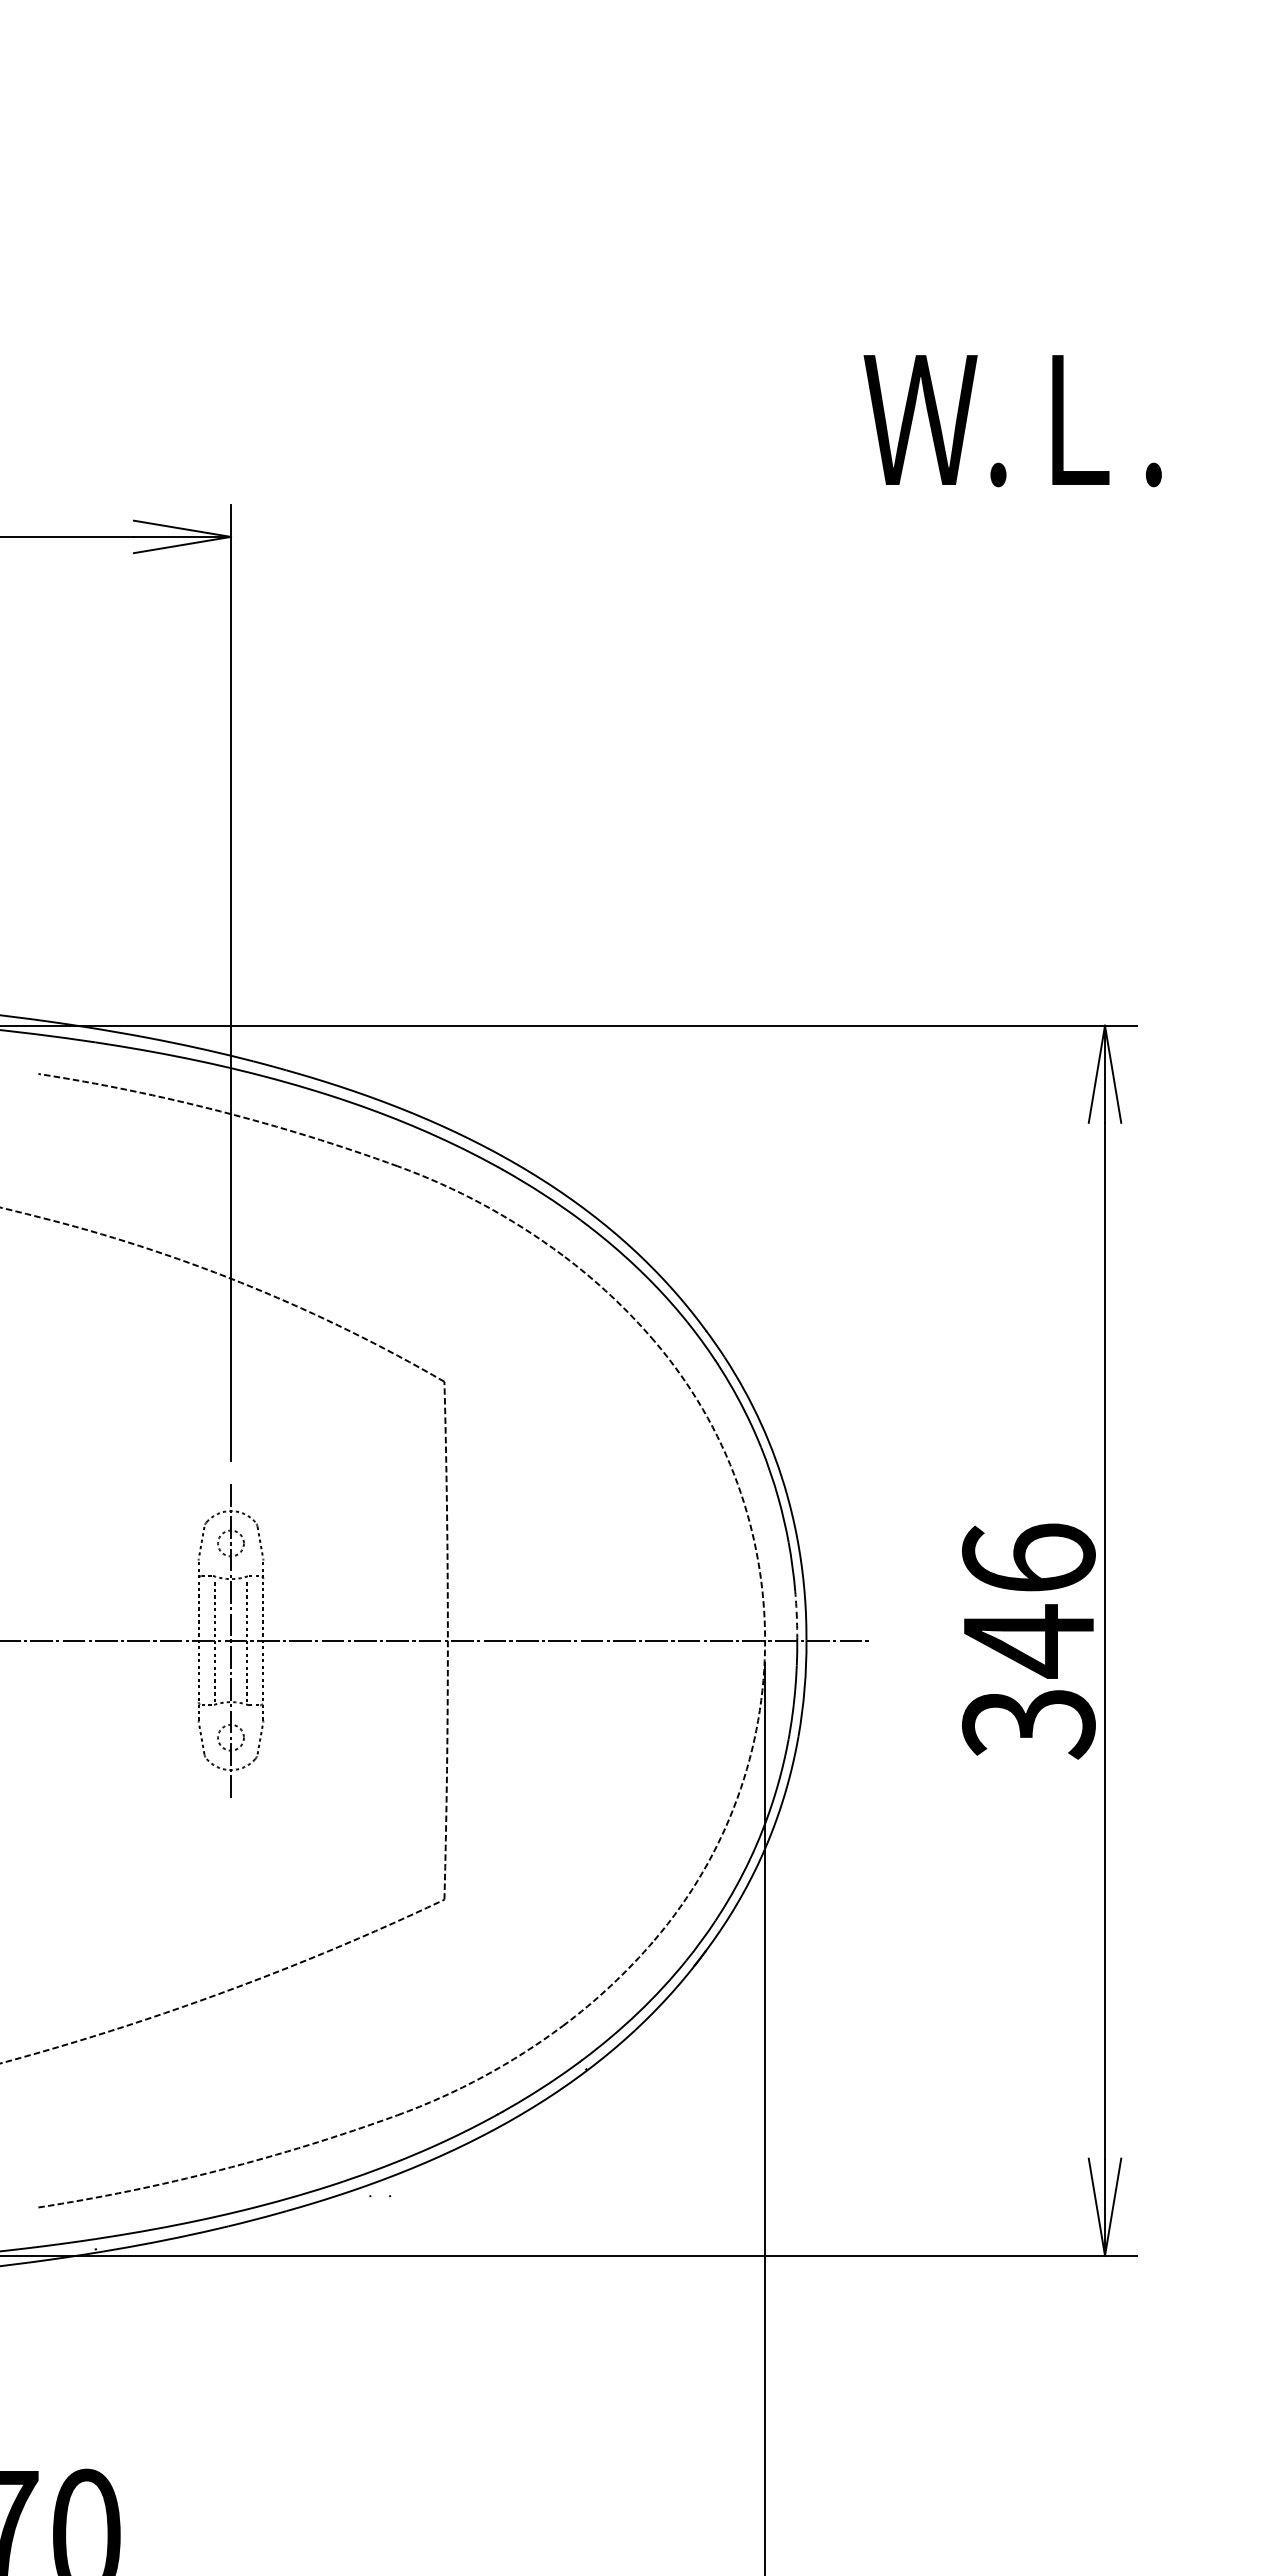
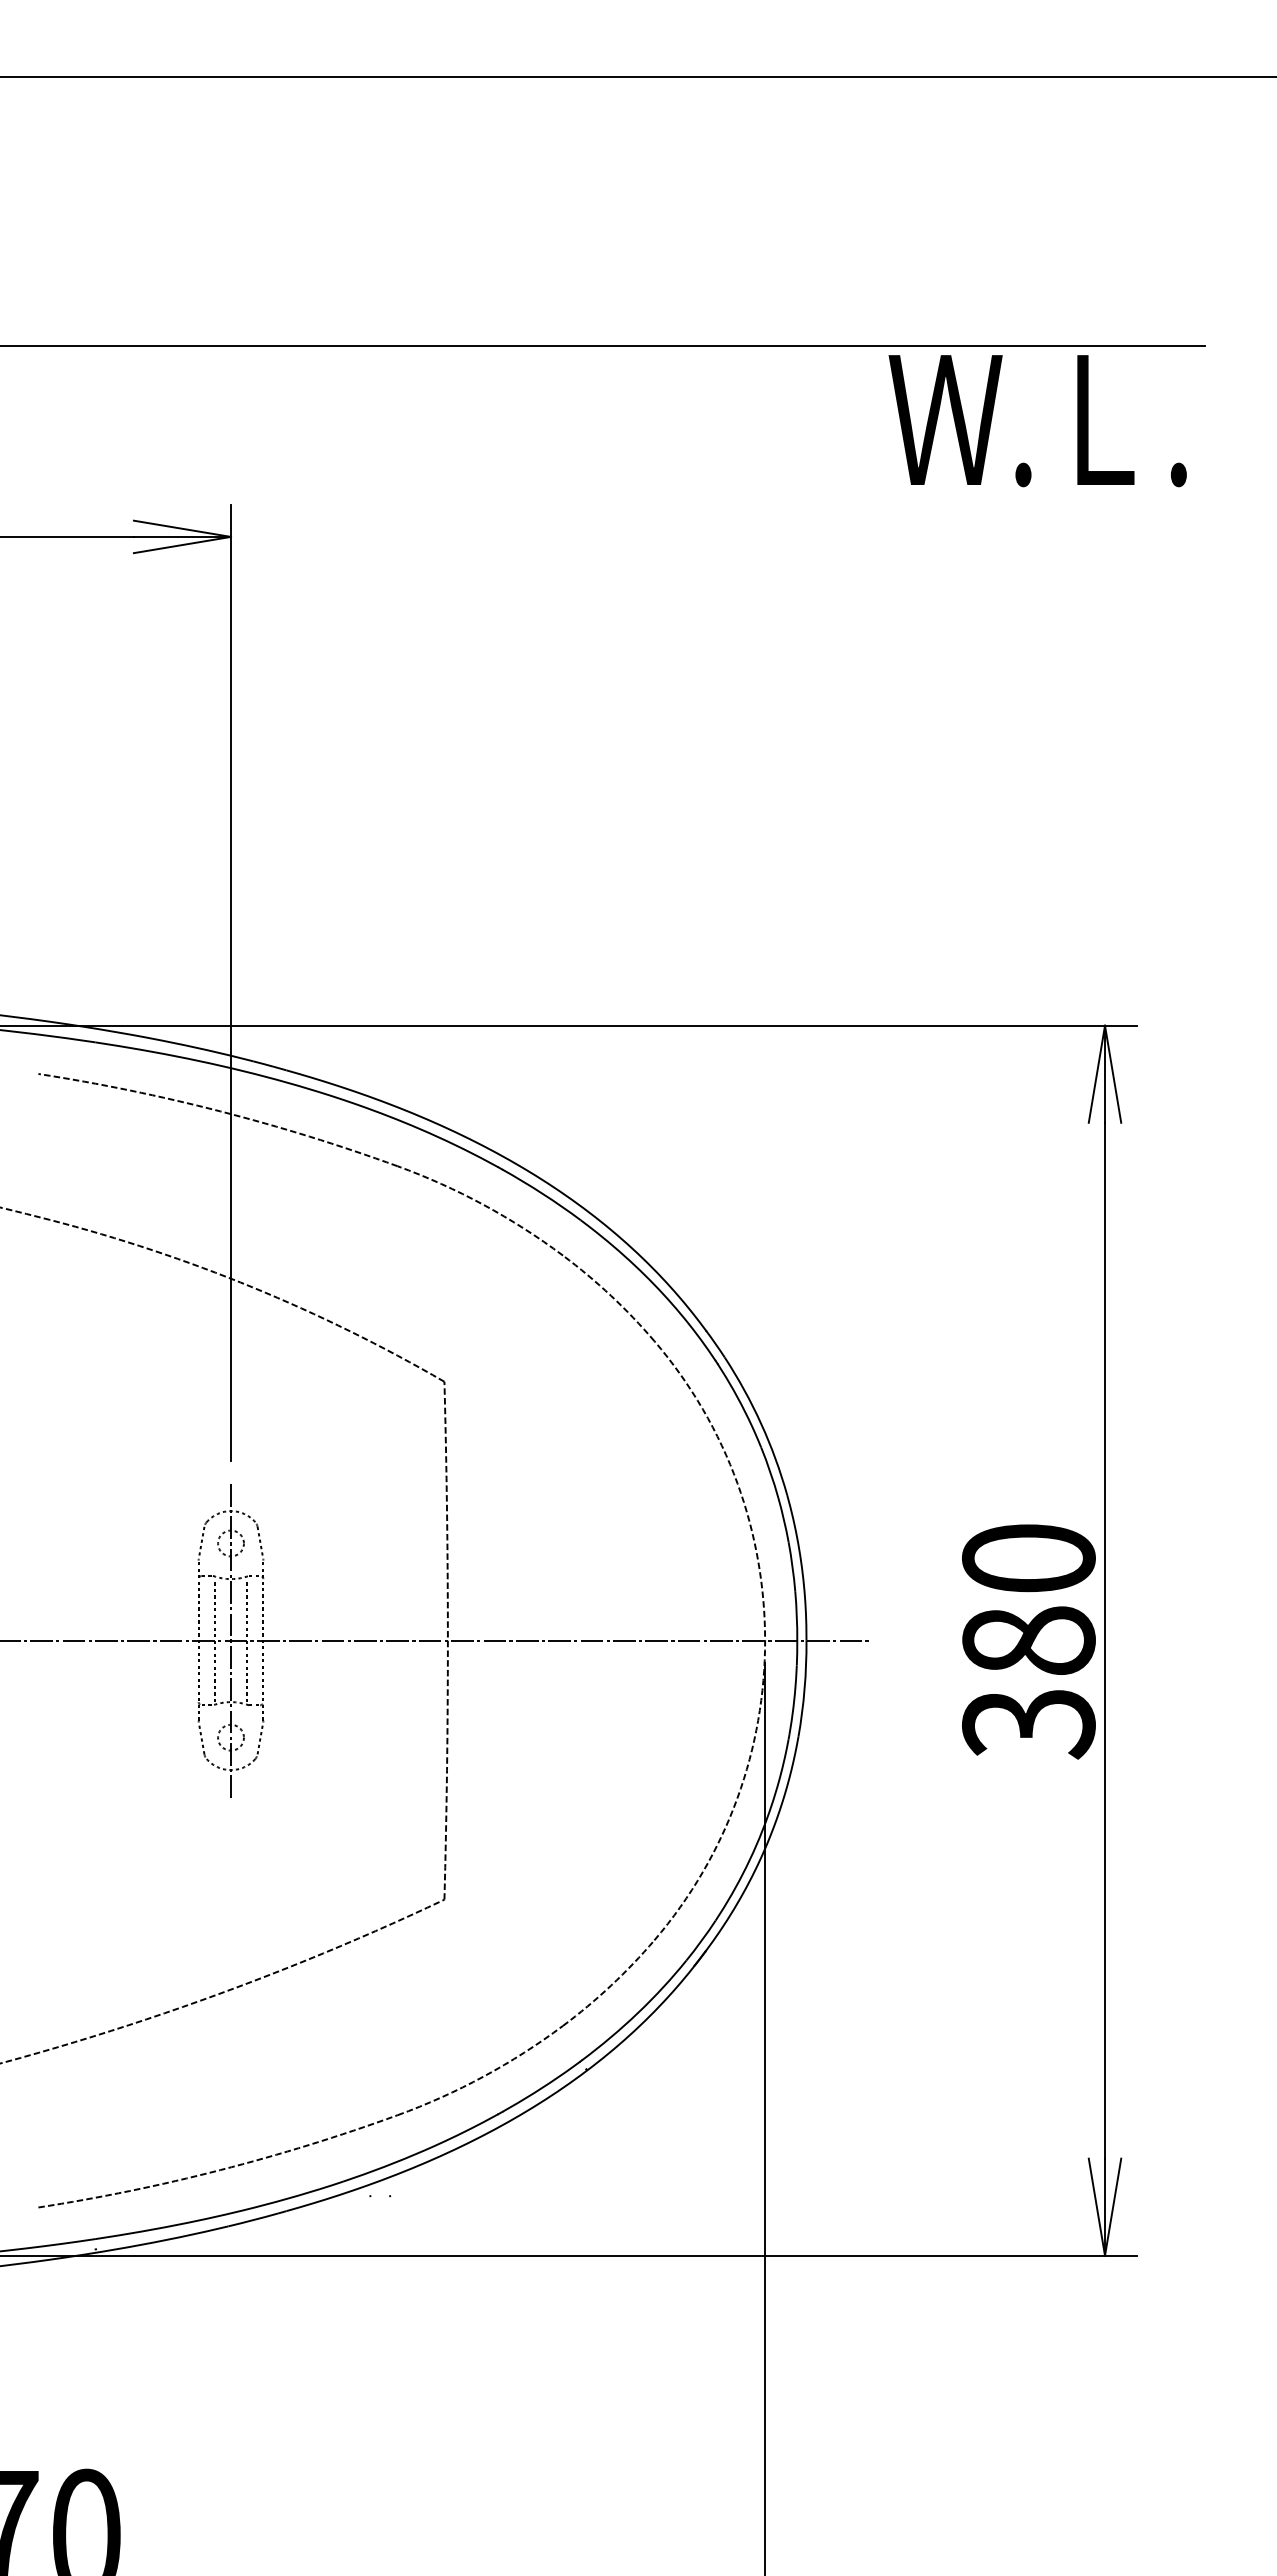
line at (637, 77): none -> present
line at (603, 345): none -> present
text at (1012, 421) position: (1012, 421) -> (1037, 421)
text at (1028, 1600): 346 -> 380
arc at (796, 1615): dashed -> solid
